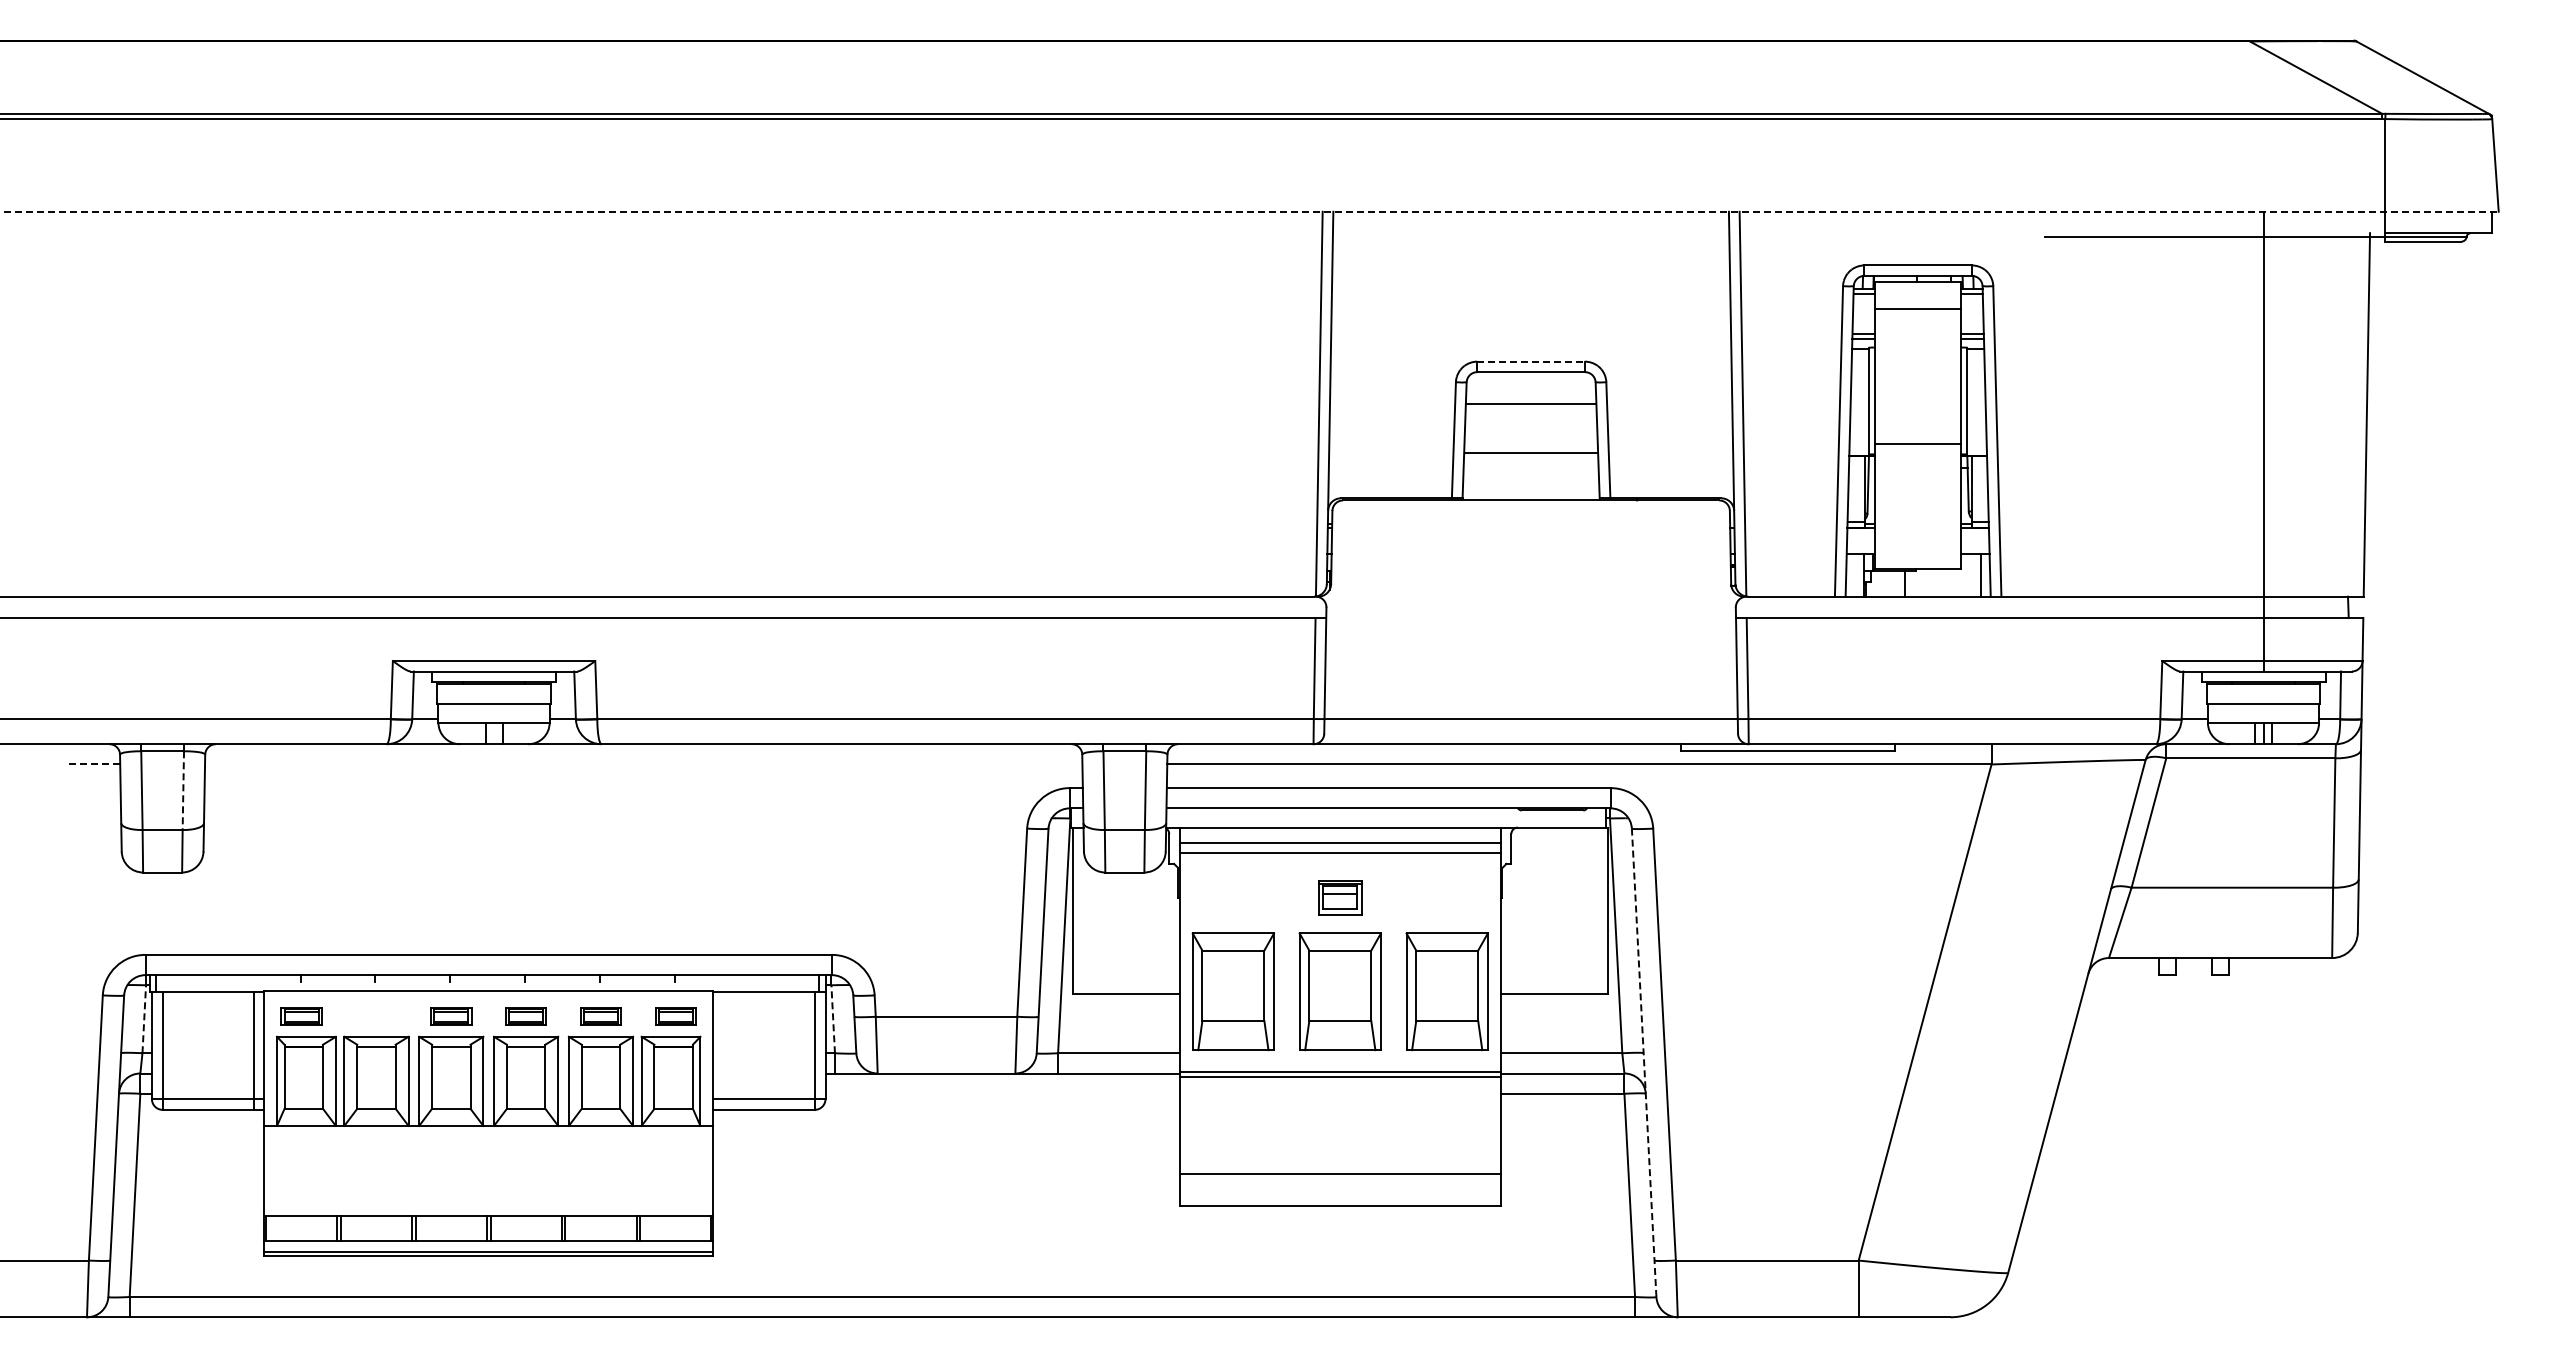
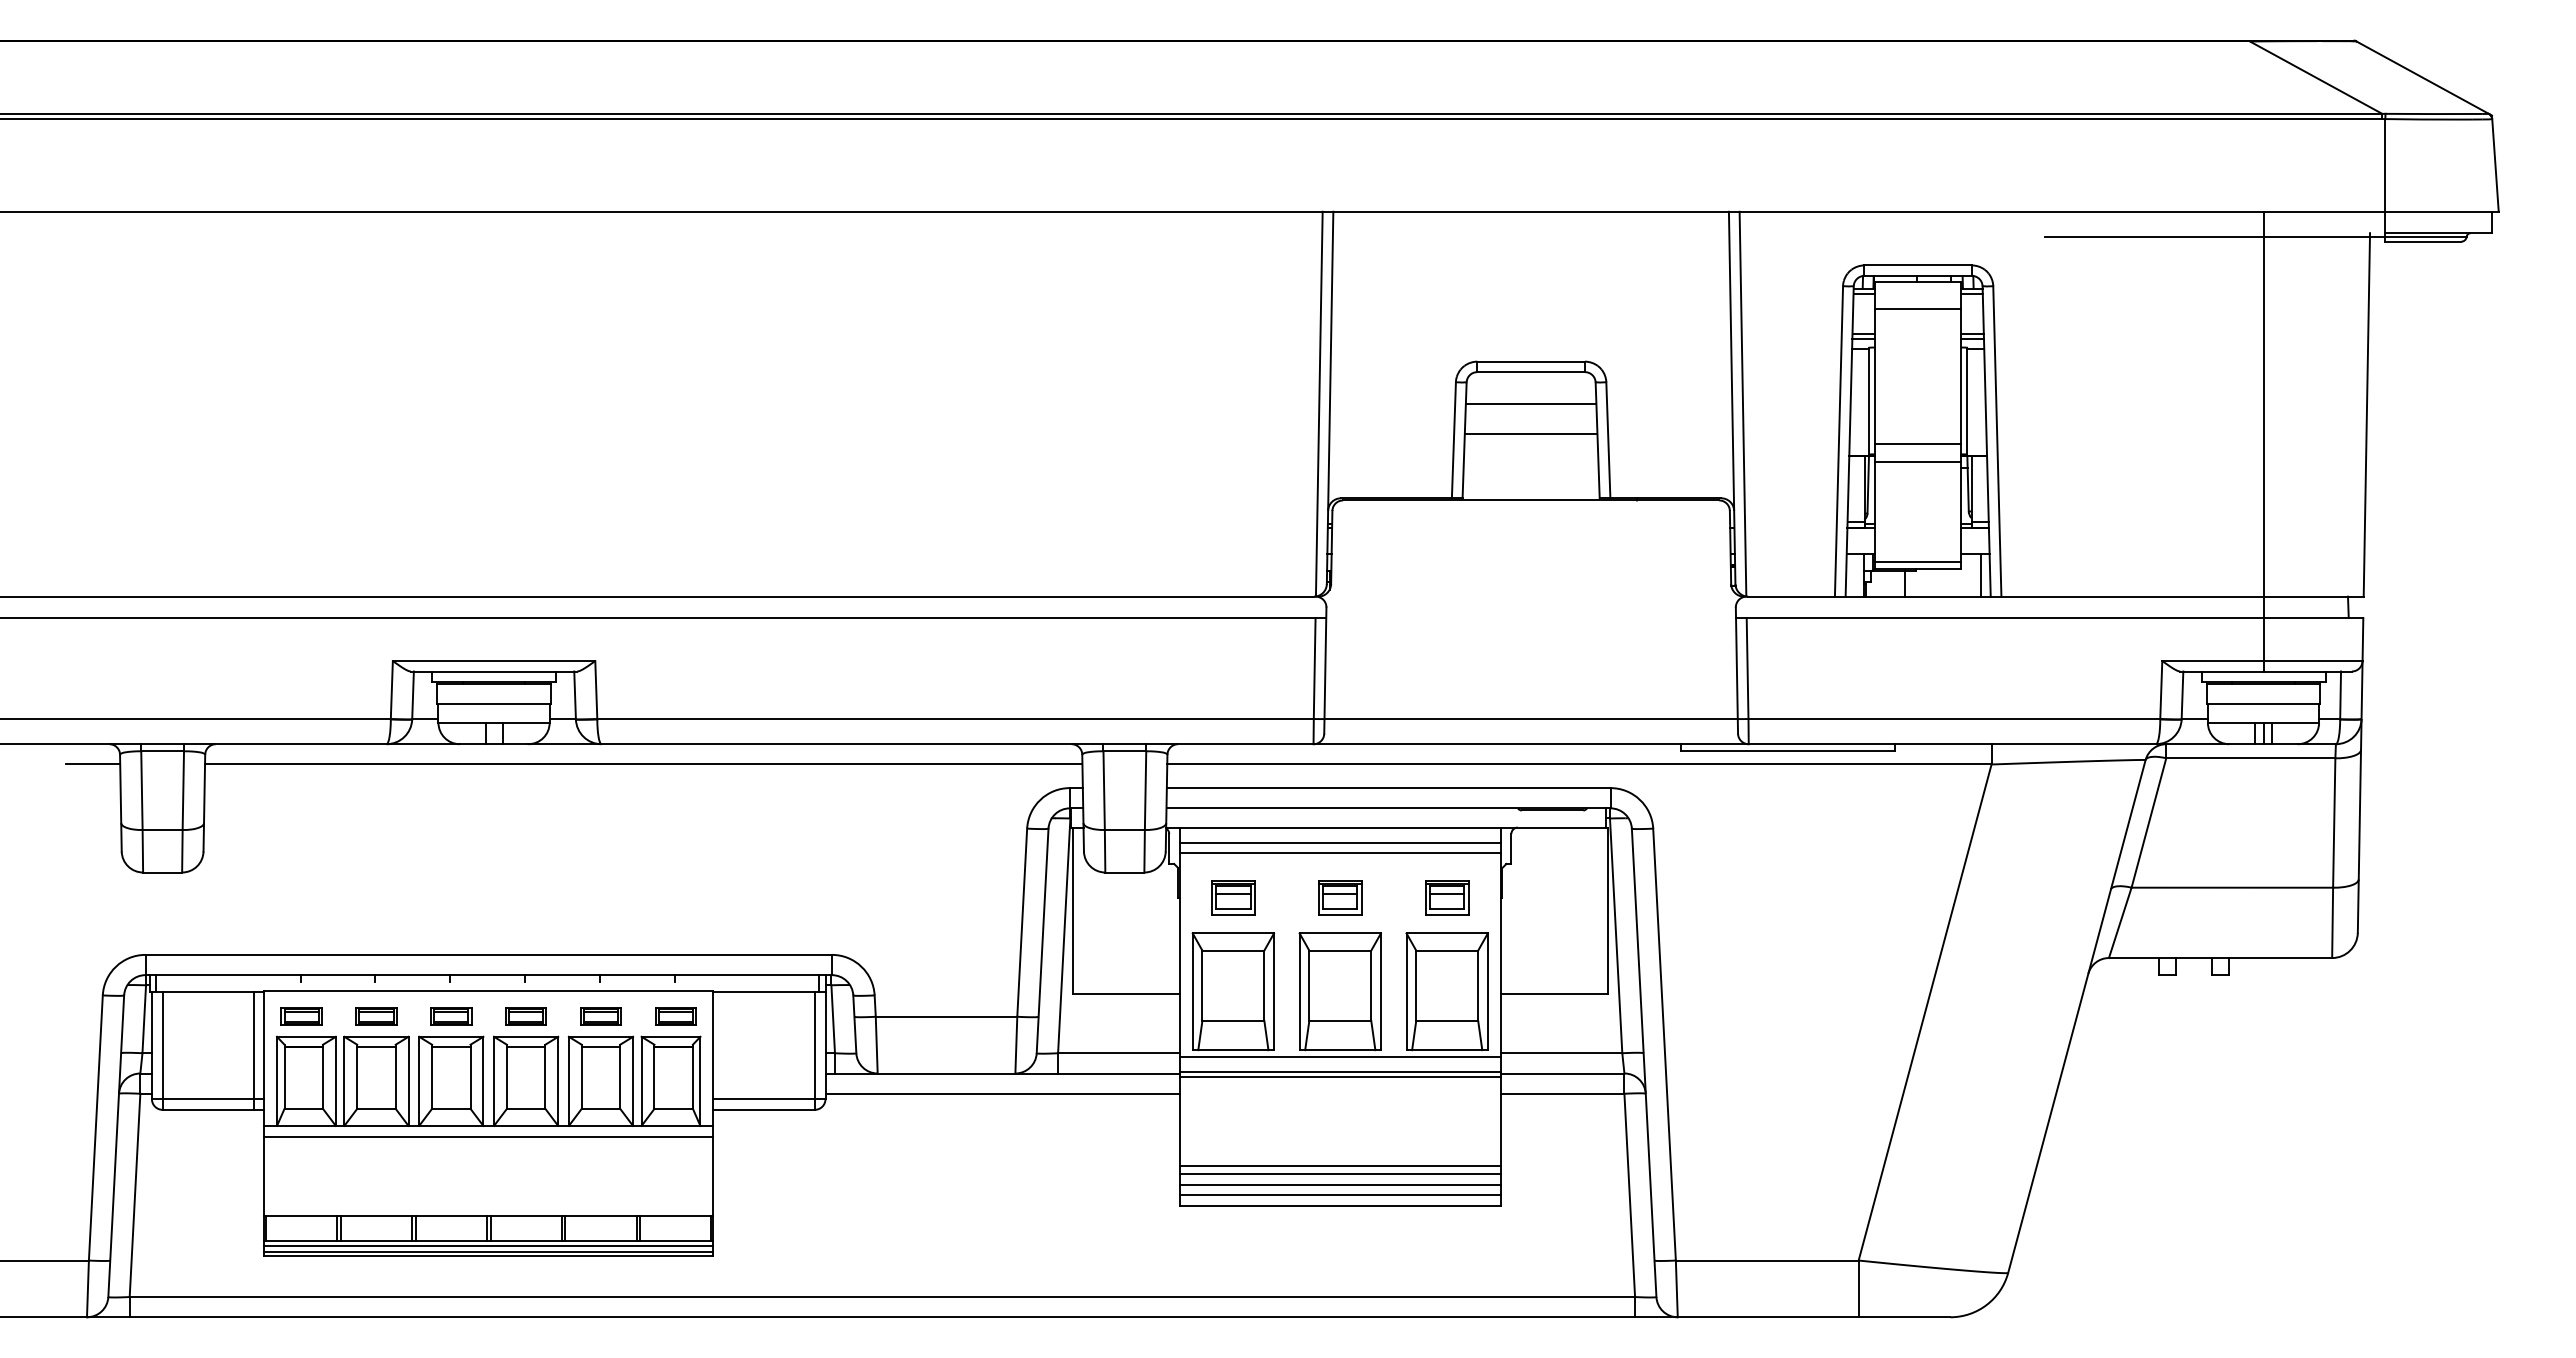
line at (1249, 211): dashed -> solid
line at (1531, 361): dashed -> solid
line at (1530, 453) position: (1530, 453) -> (1530, 434)
line at (1917, 462): none -> present
line at (1917, 561): none -> present
line at (93, 764): dashed -> solid
line at (643, 764): none -> present
line at (183, 791): dashed -> solid
part at (1233, 897): none -> present
part at (1447, 897): none -> present
part at (376, 1016): none -> present
line at (144, 1018): dashed -> solid
line at (833, 1018): dashed -> solid
line at (1339, 1056): none -> present
line at (1644, 1062): dashed -> solid
line at (1002, 1093): none -> present
line at (488, 1136): none -> present
line at (1339, 1166): none -> present
line at (1339, 1184): none -> present
line at (1339, 1195): none -> present
line at (488, 1245): none -> present
